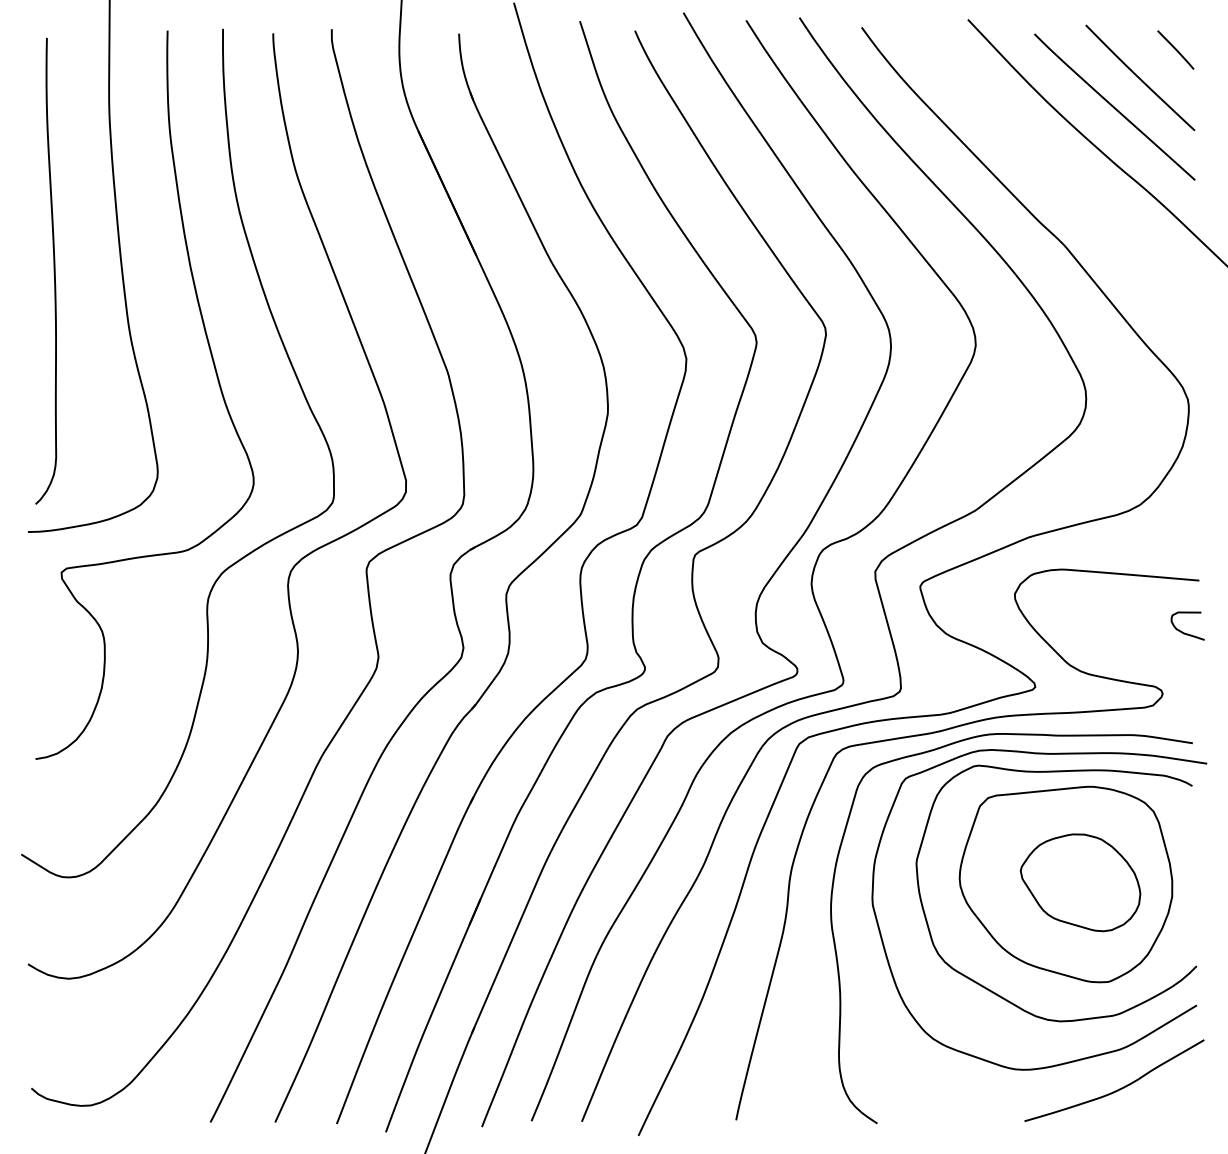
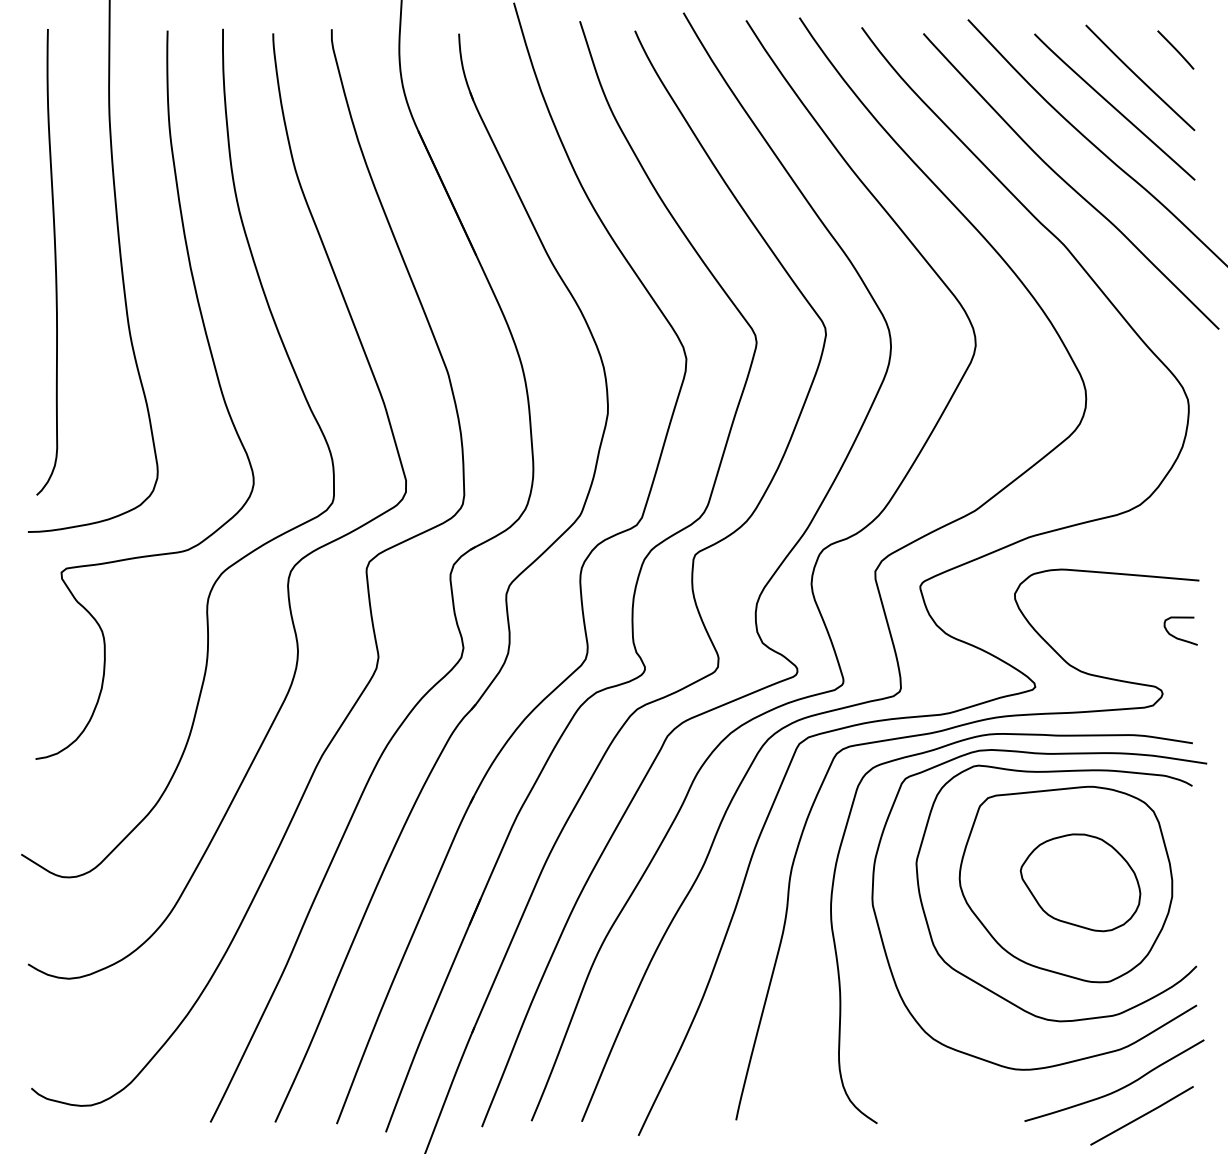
curve at (1068, 183): none -> present
curve at (53, 271) position: (53, 271) -> (54, 262)
curve at (1184, 632) position: (1184, 632) -> (1177, 637)
line at (1141, 1115): none -> present
